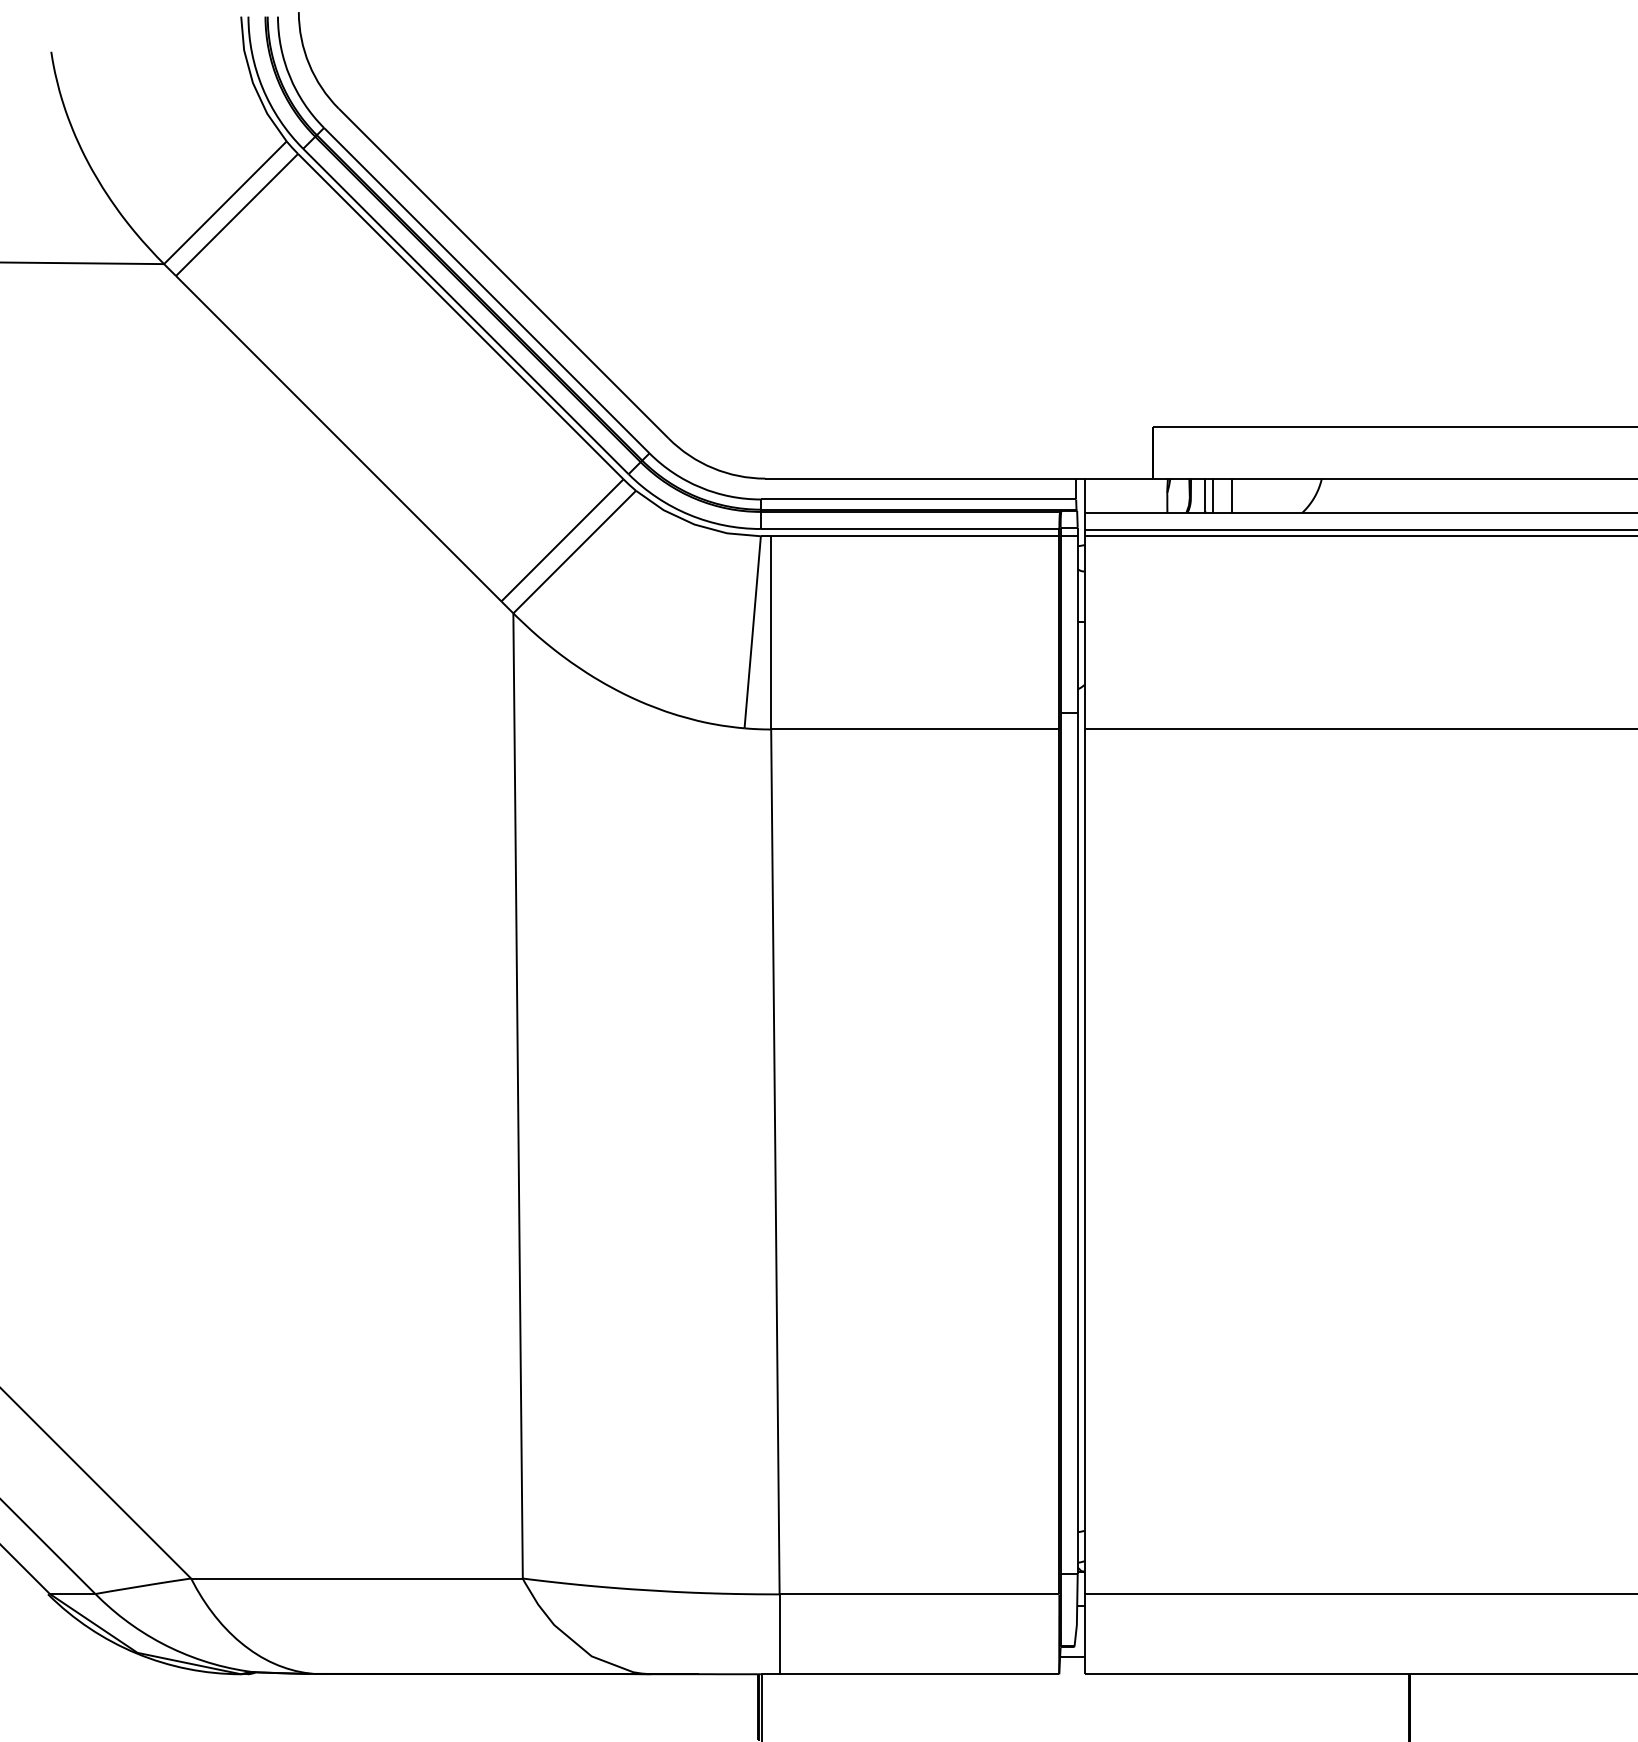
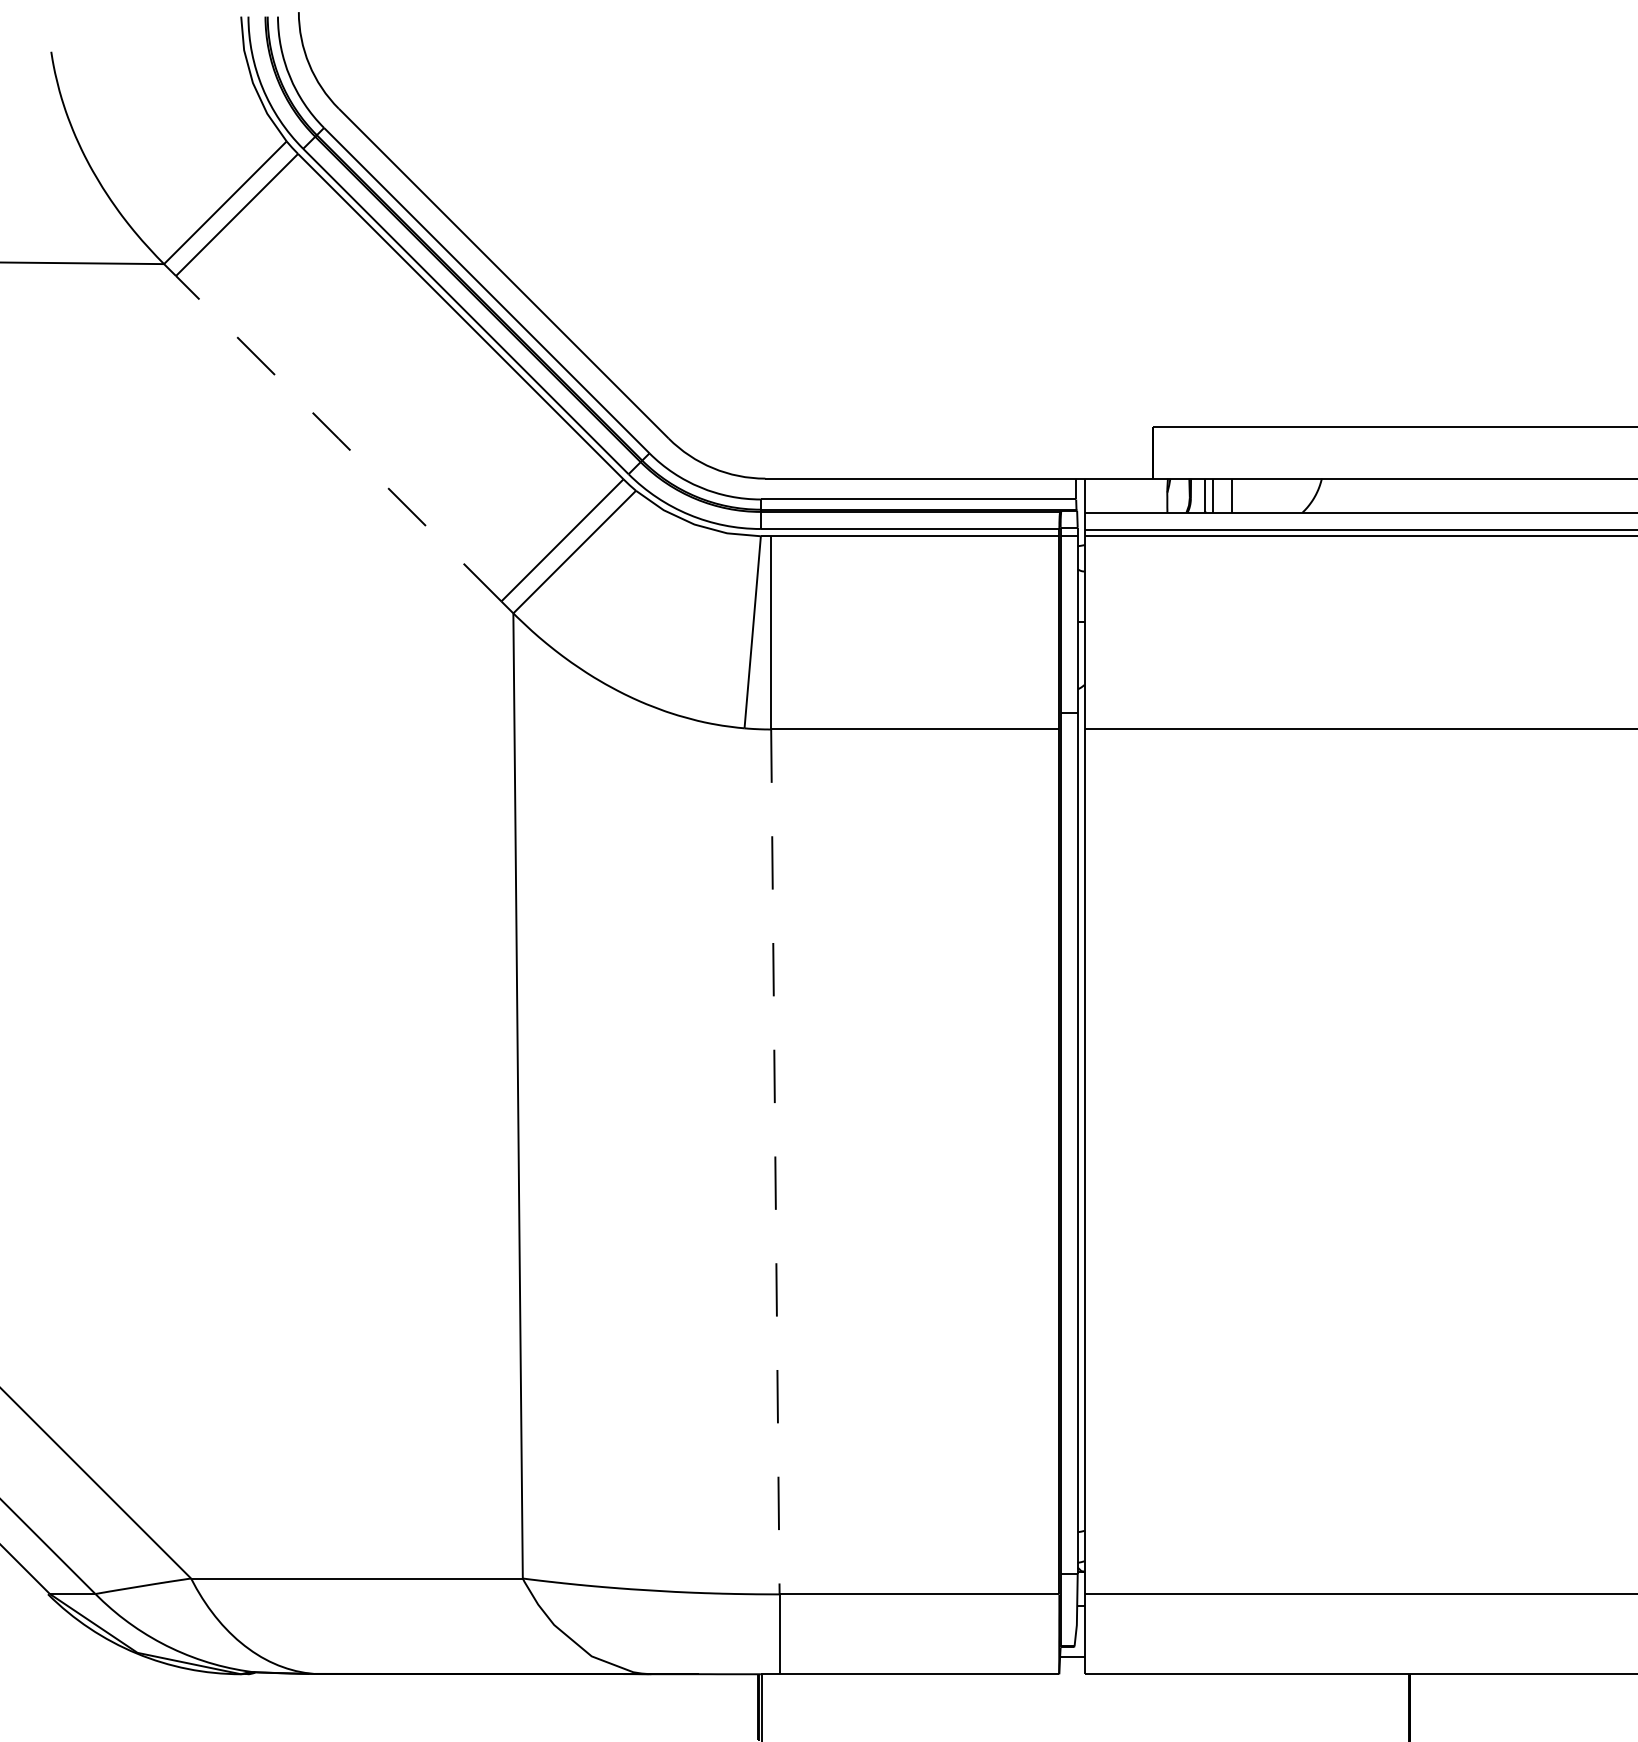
line at (338, 438): solid -> dashed
line at (775, 1162): solid -> dashed
